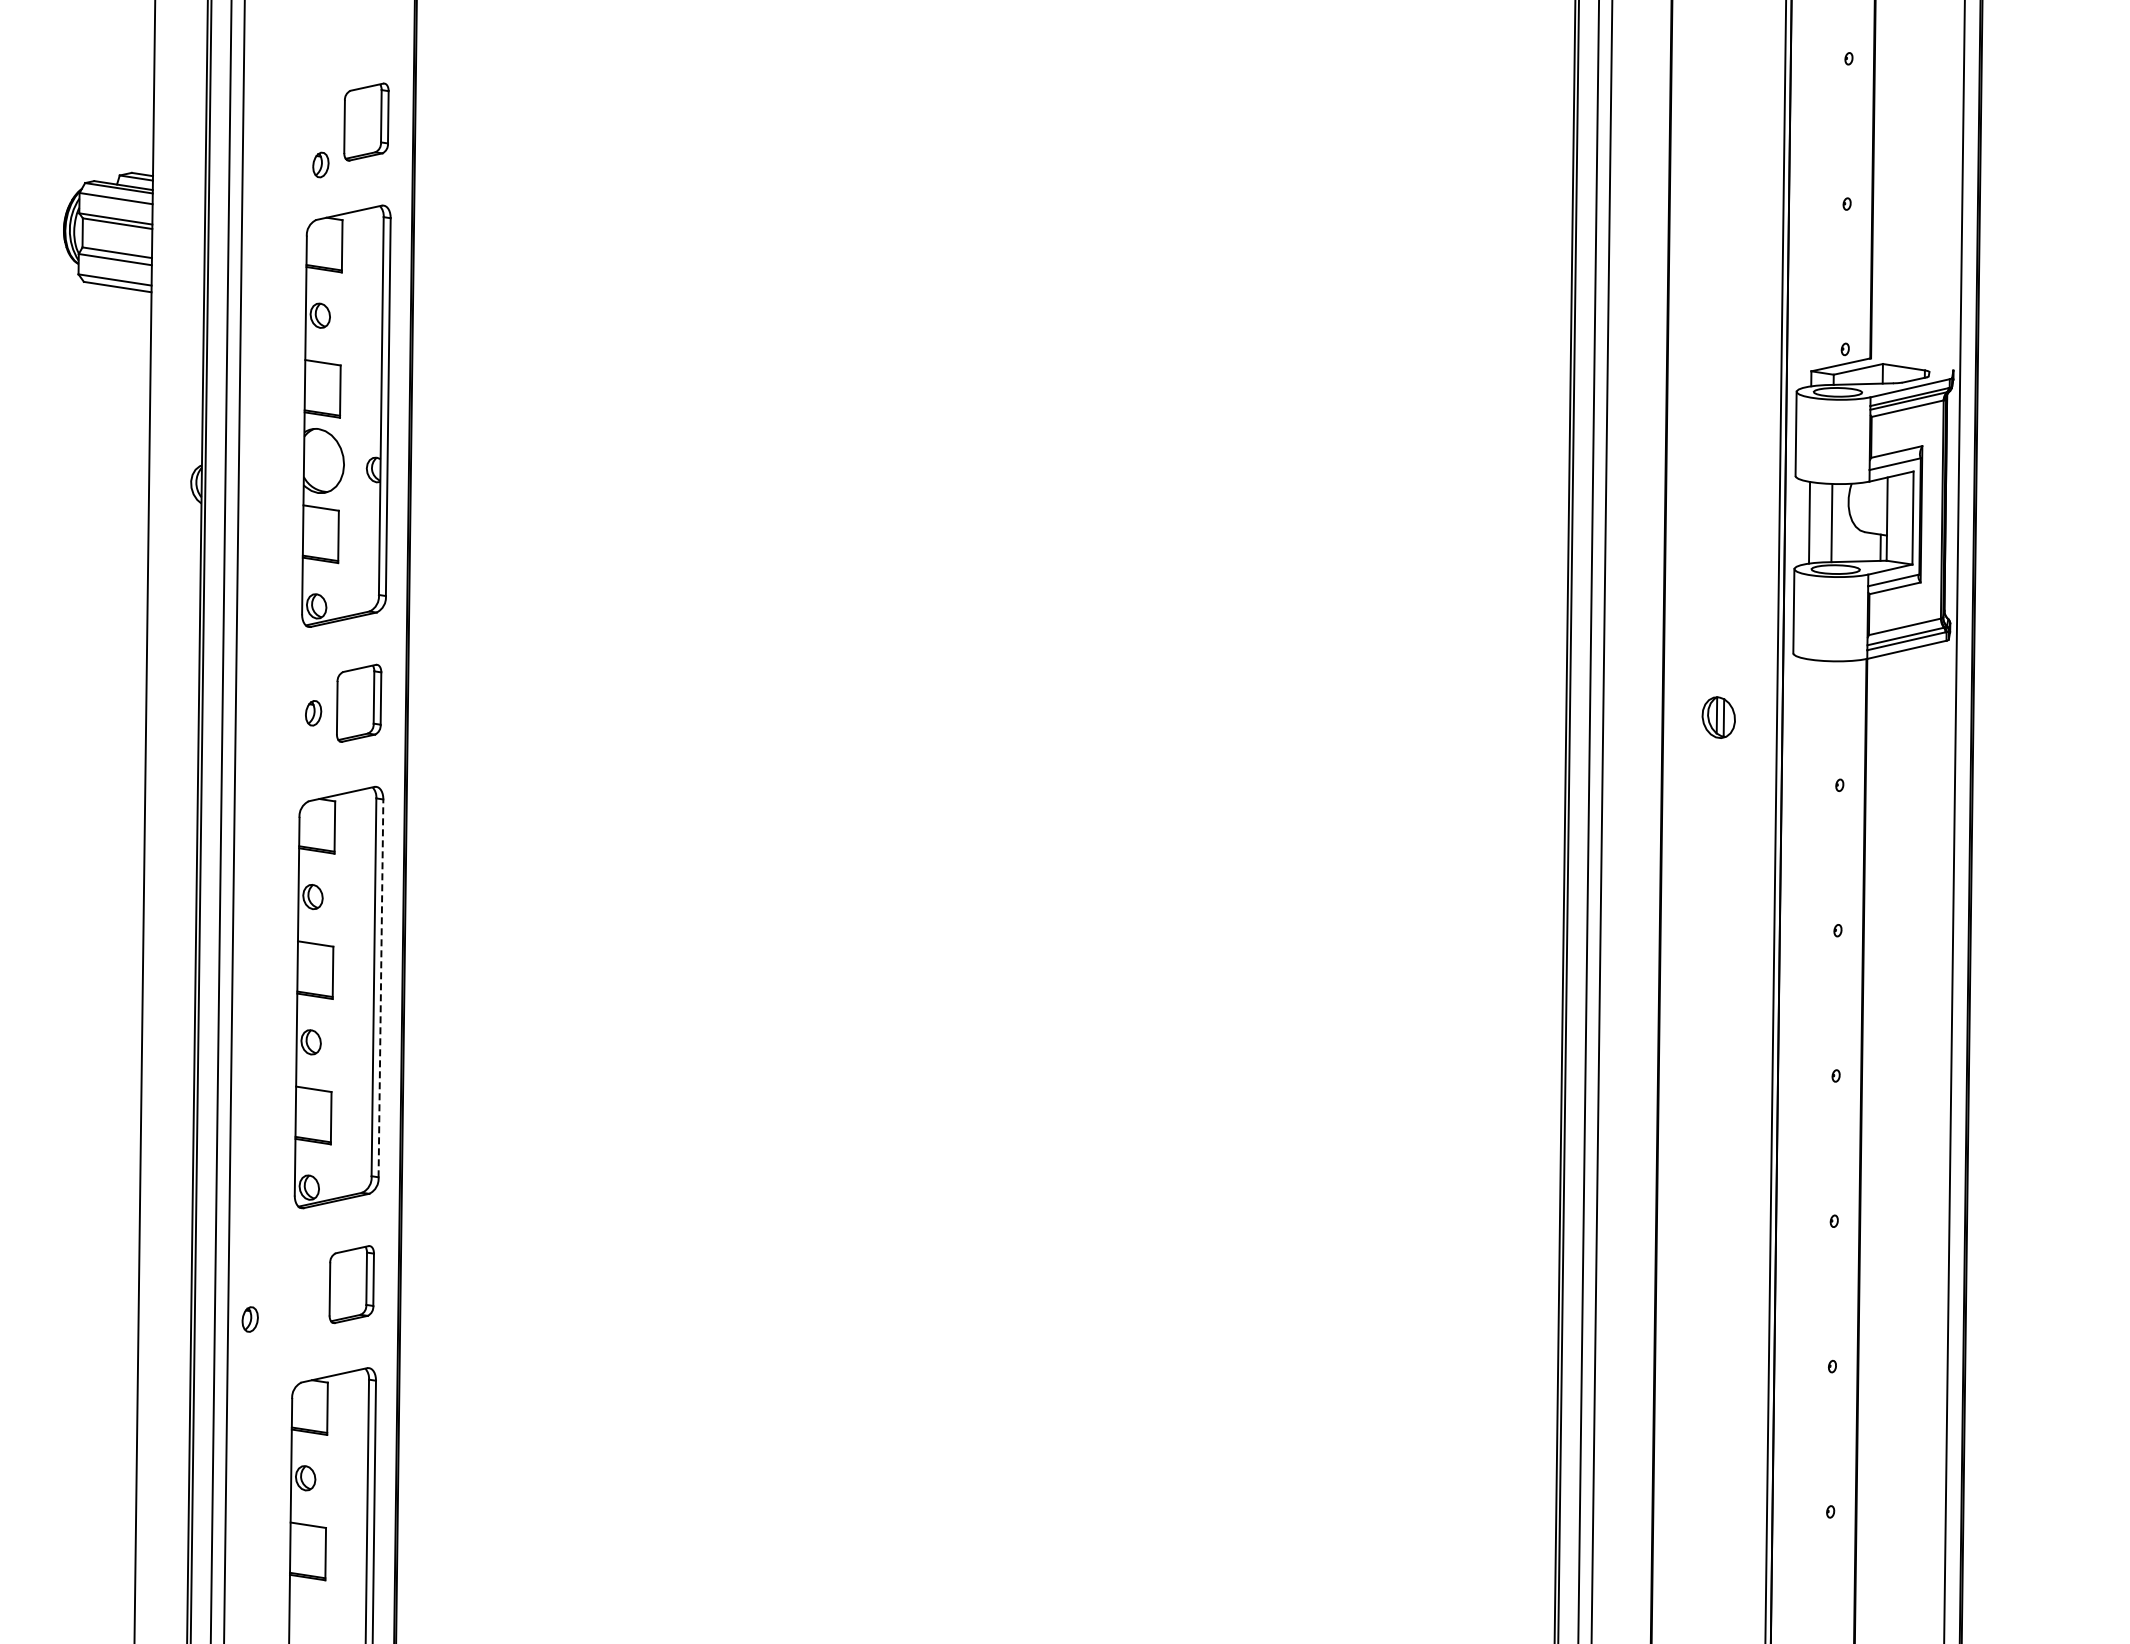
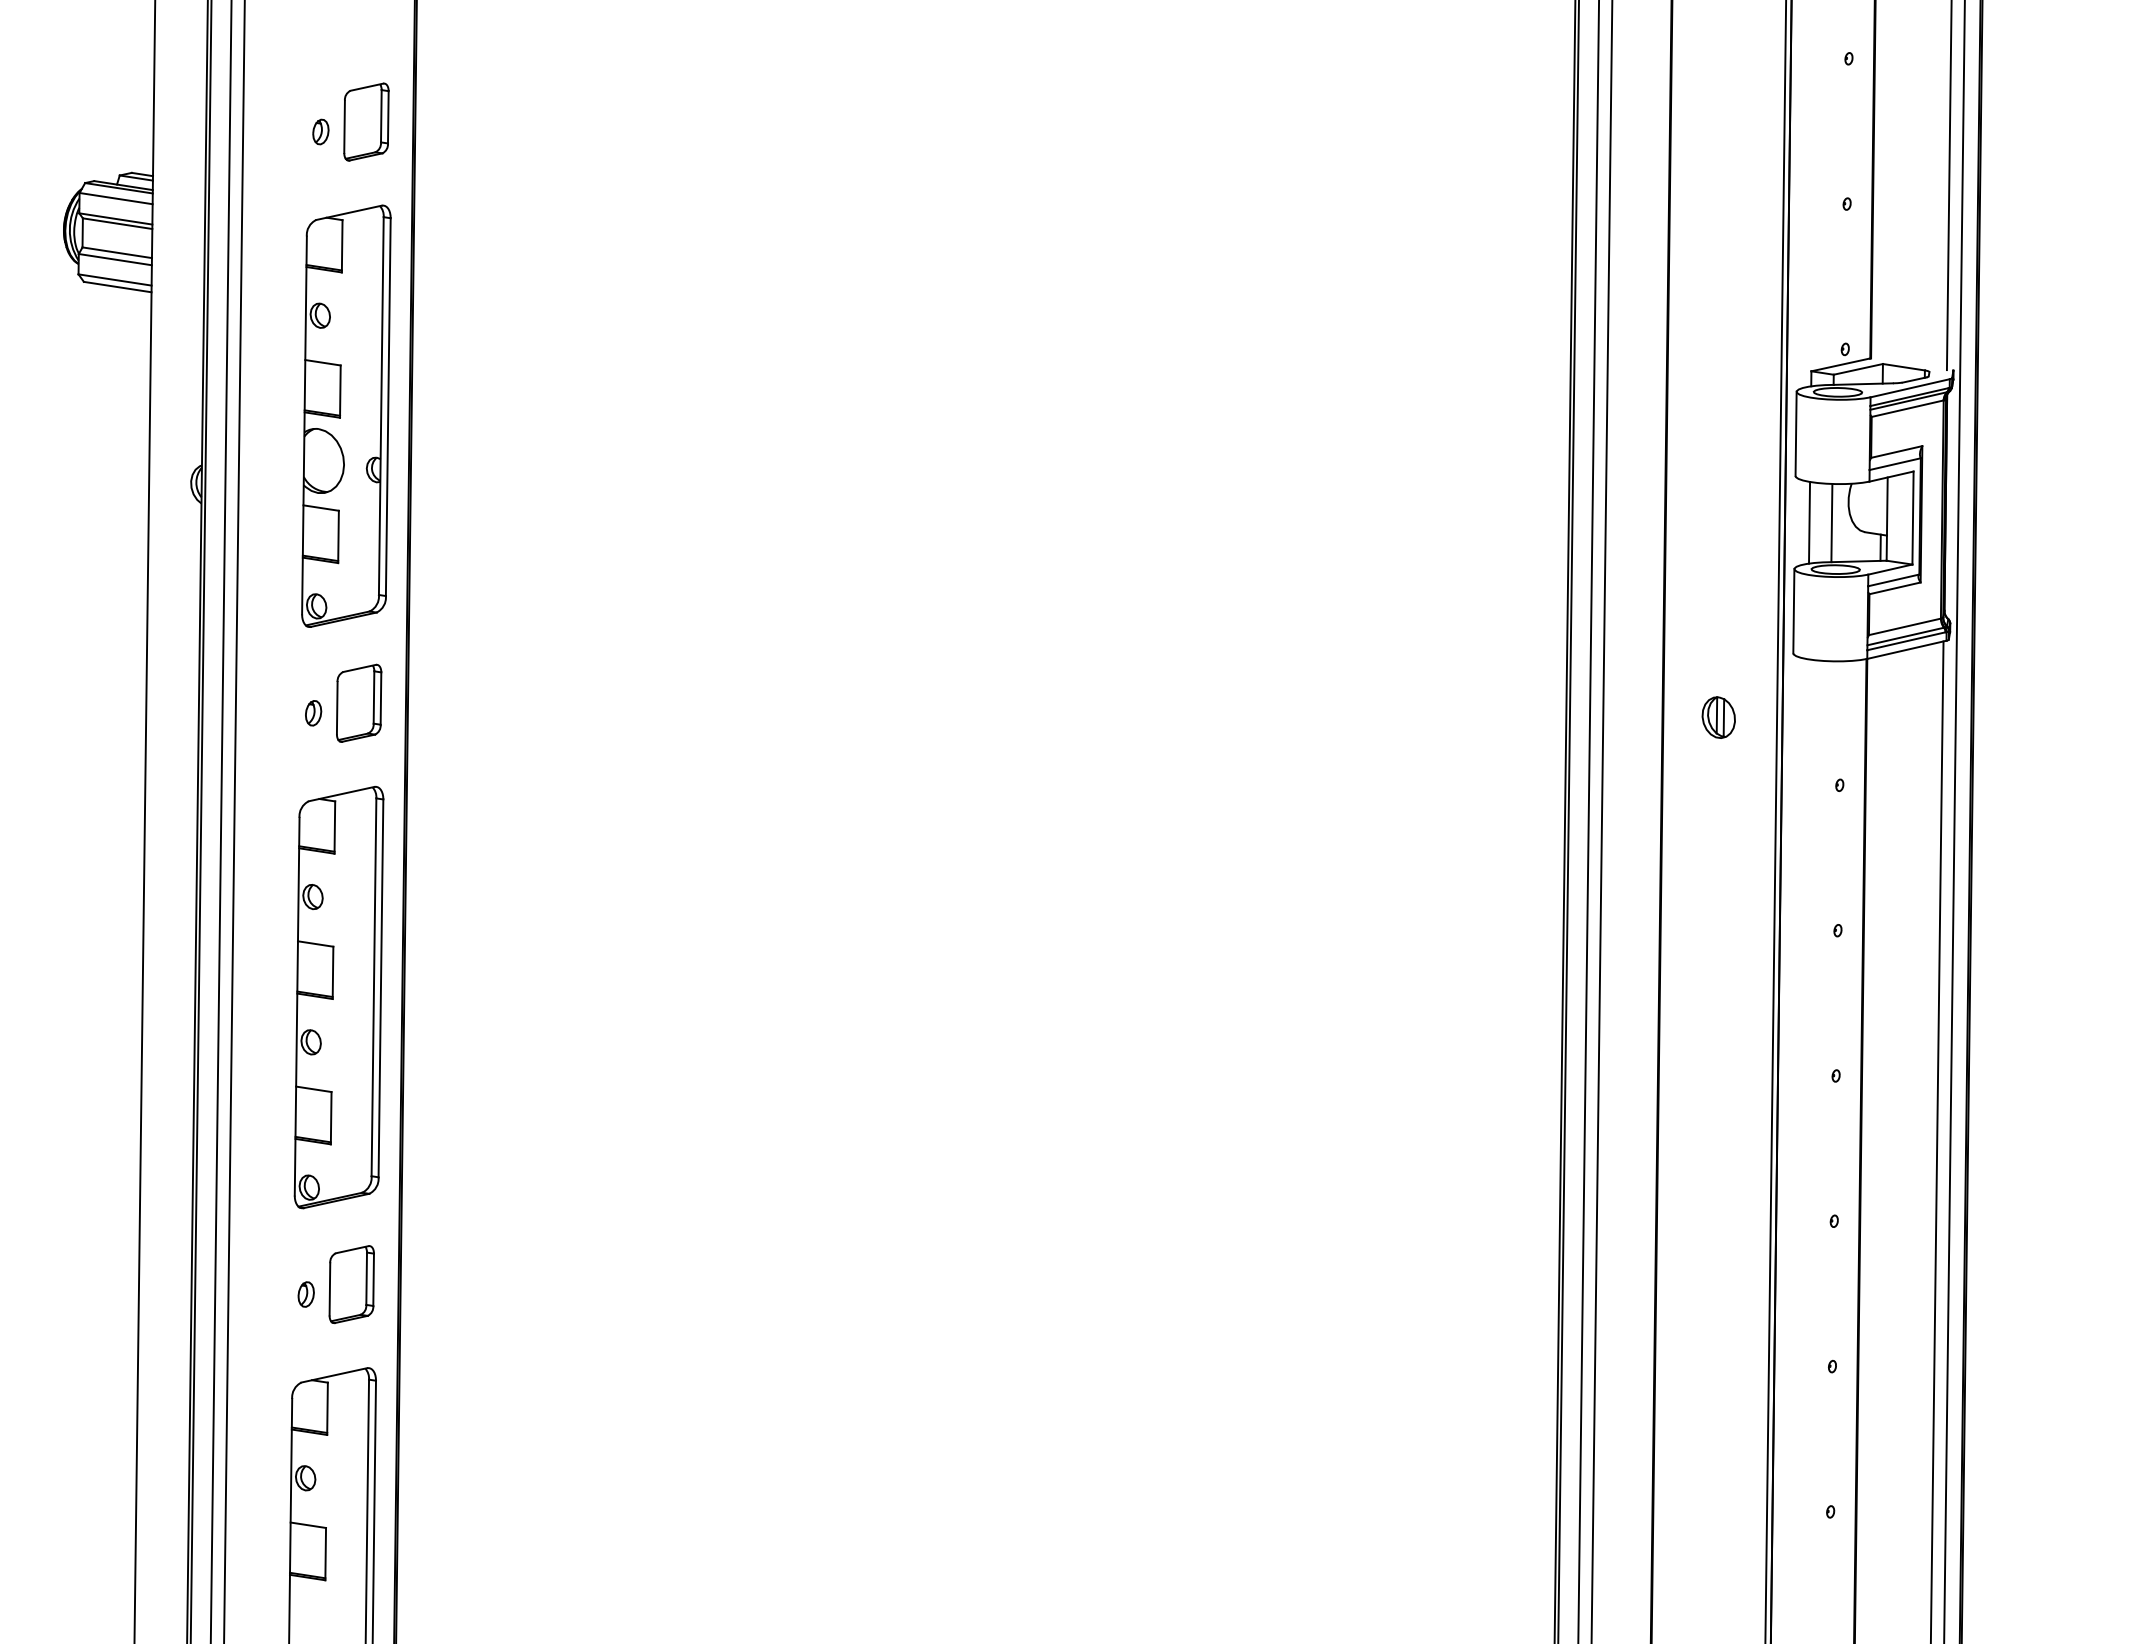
part at (320, 164) position: (320, 164) -> (320, 131)
line at (1948, 186): none -> present
line at (380, 988): dashed -> solid
line at (1936, 1140): none -> present
part at (249, 1319) position: (249, 1319) -> (305, 1294)
